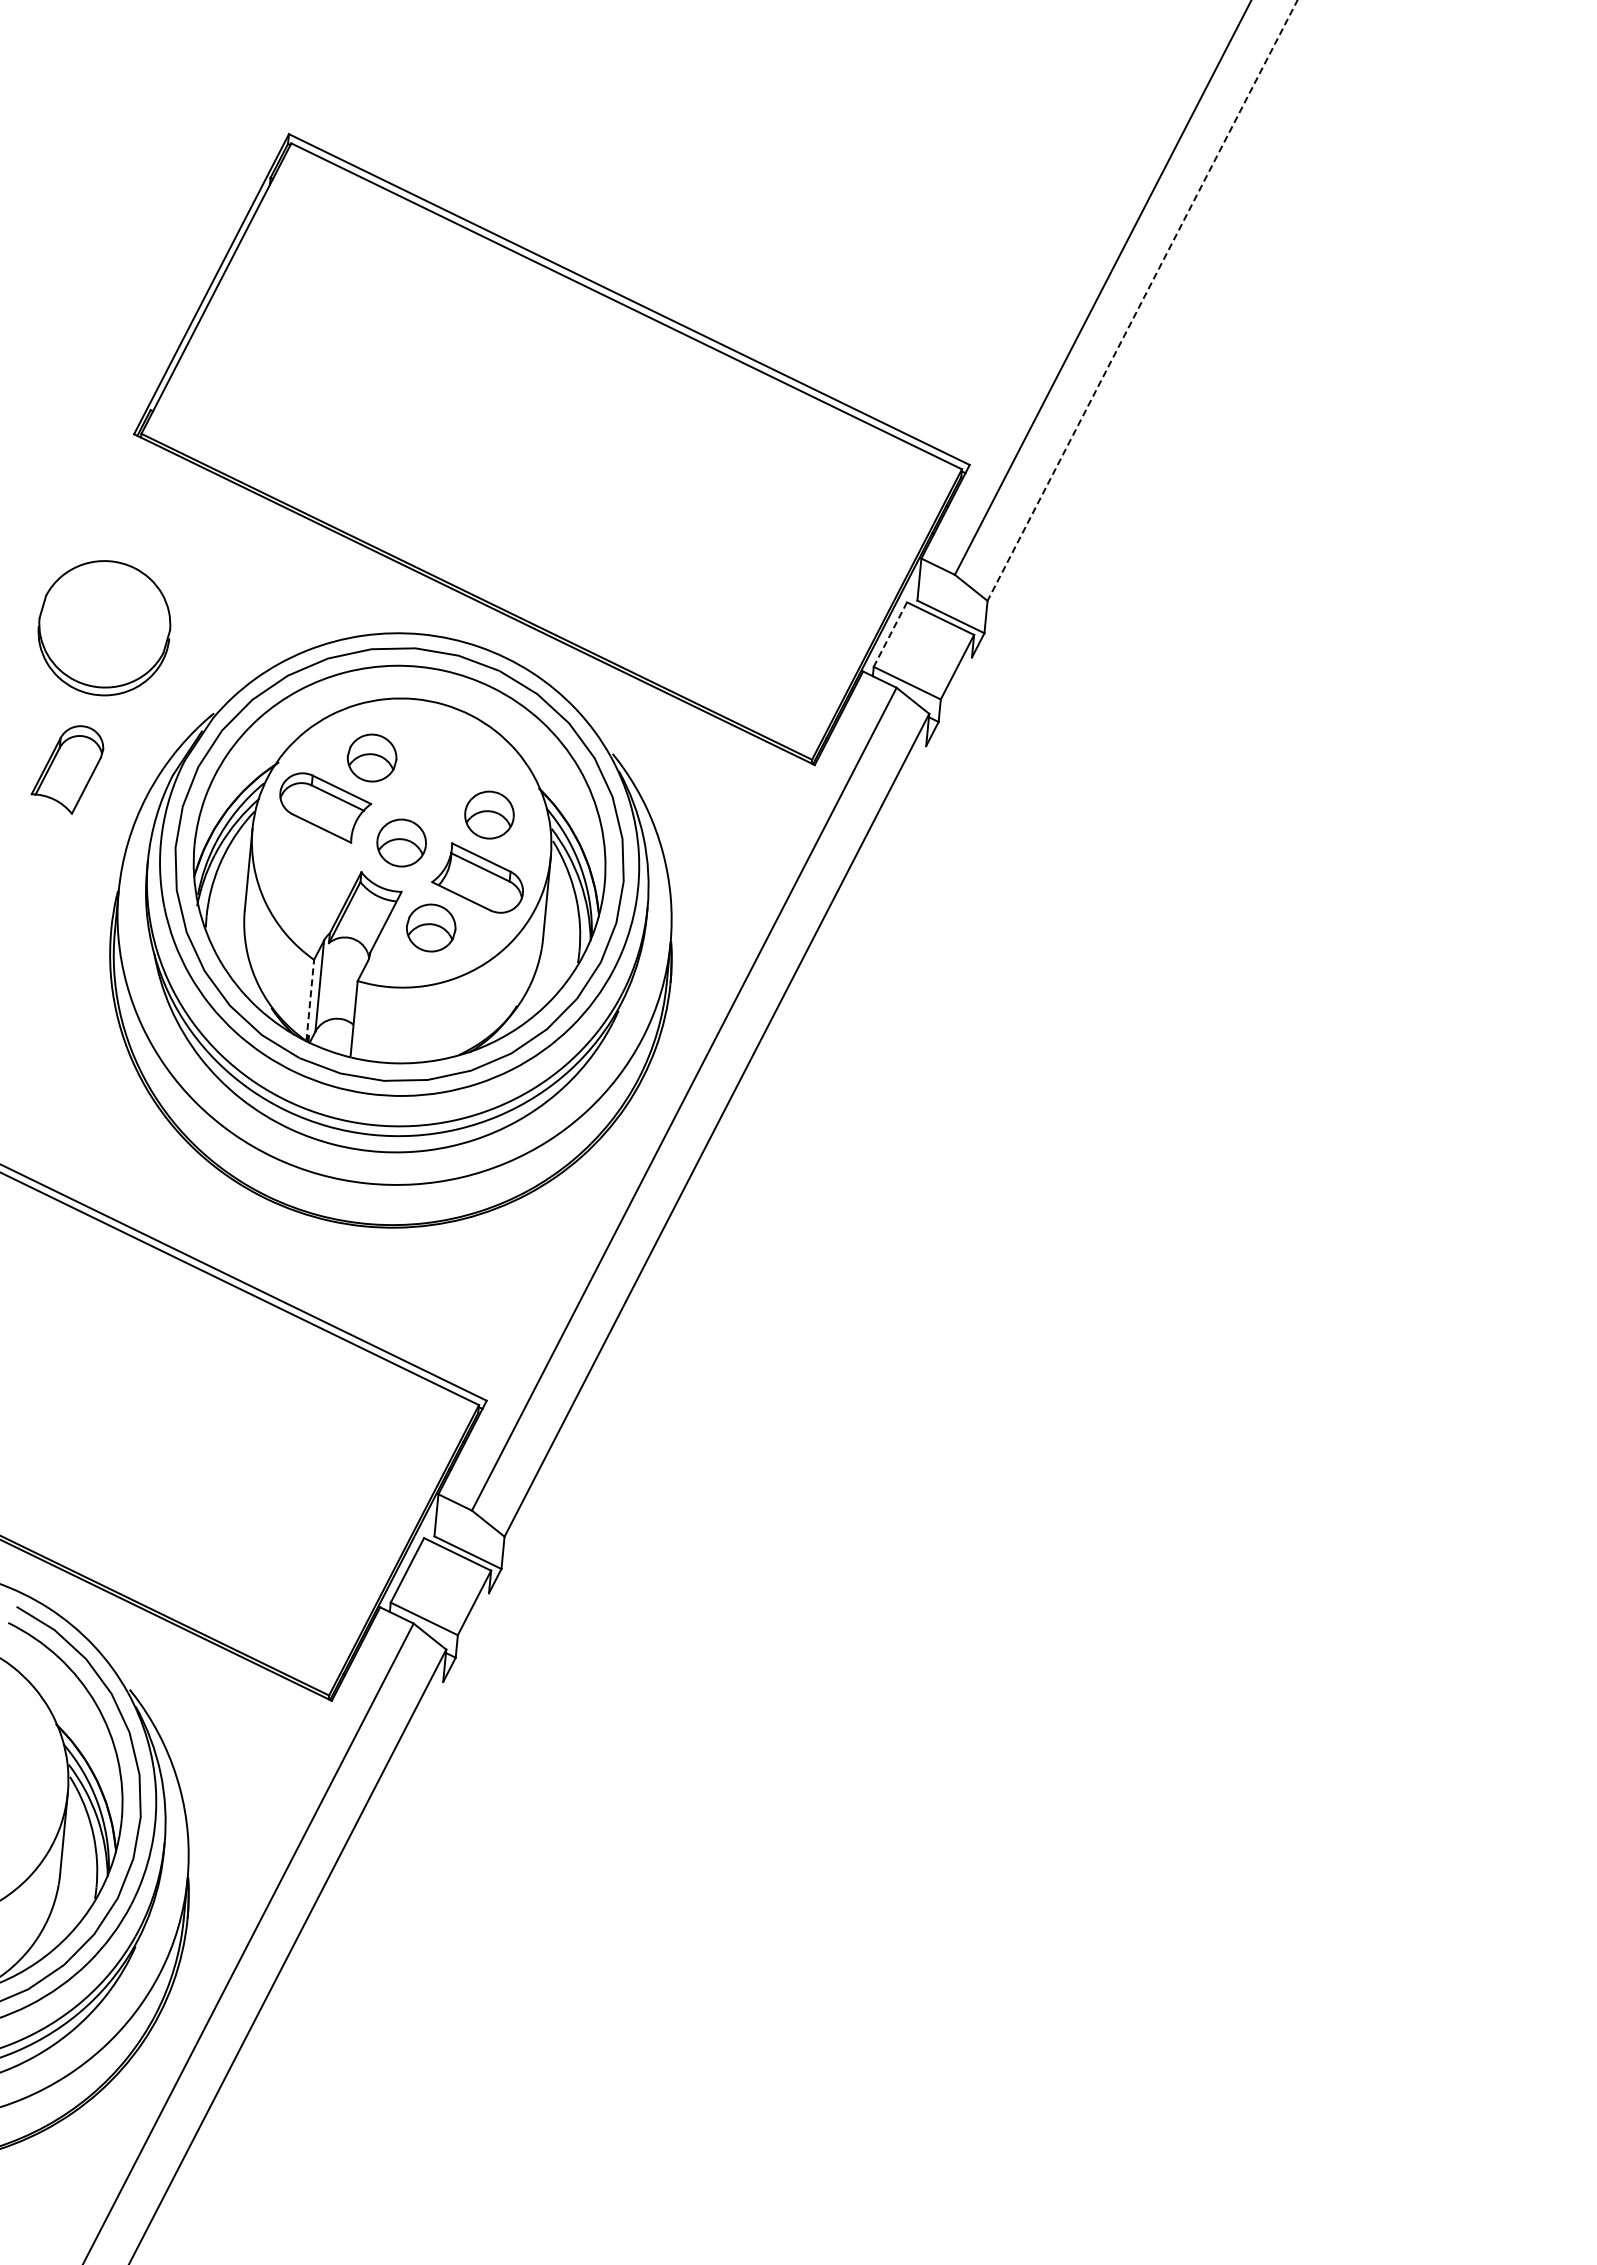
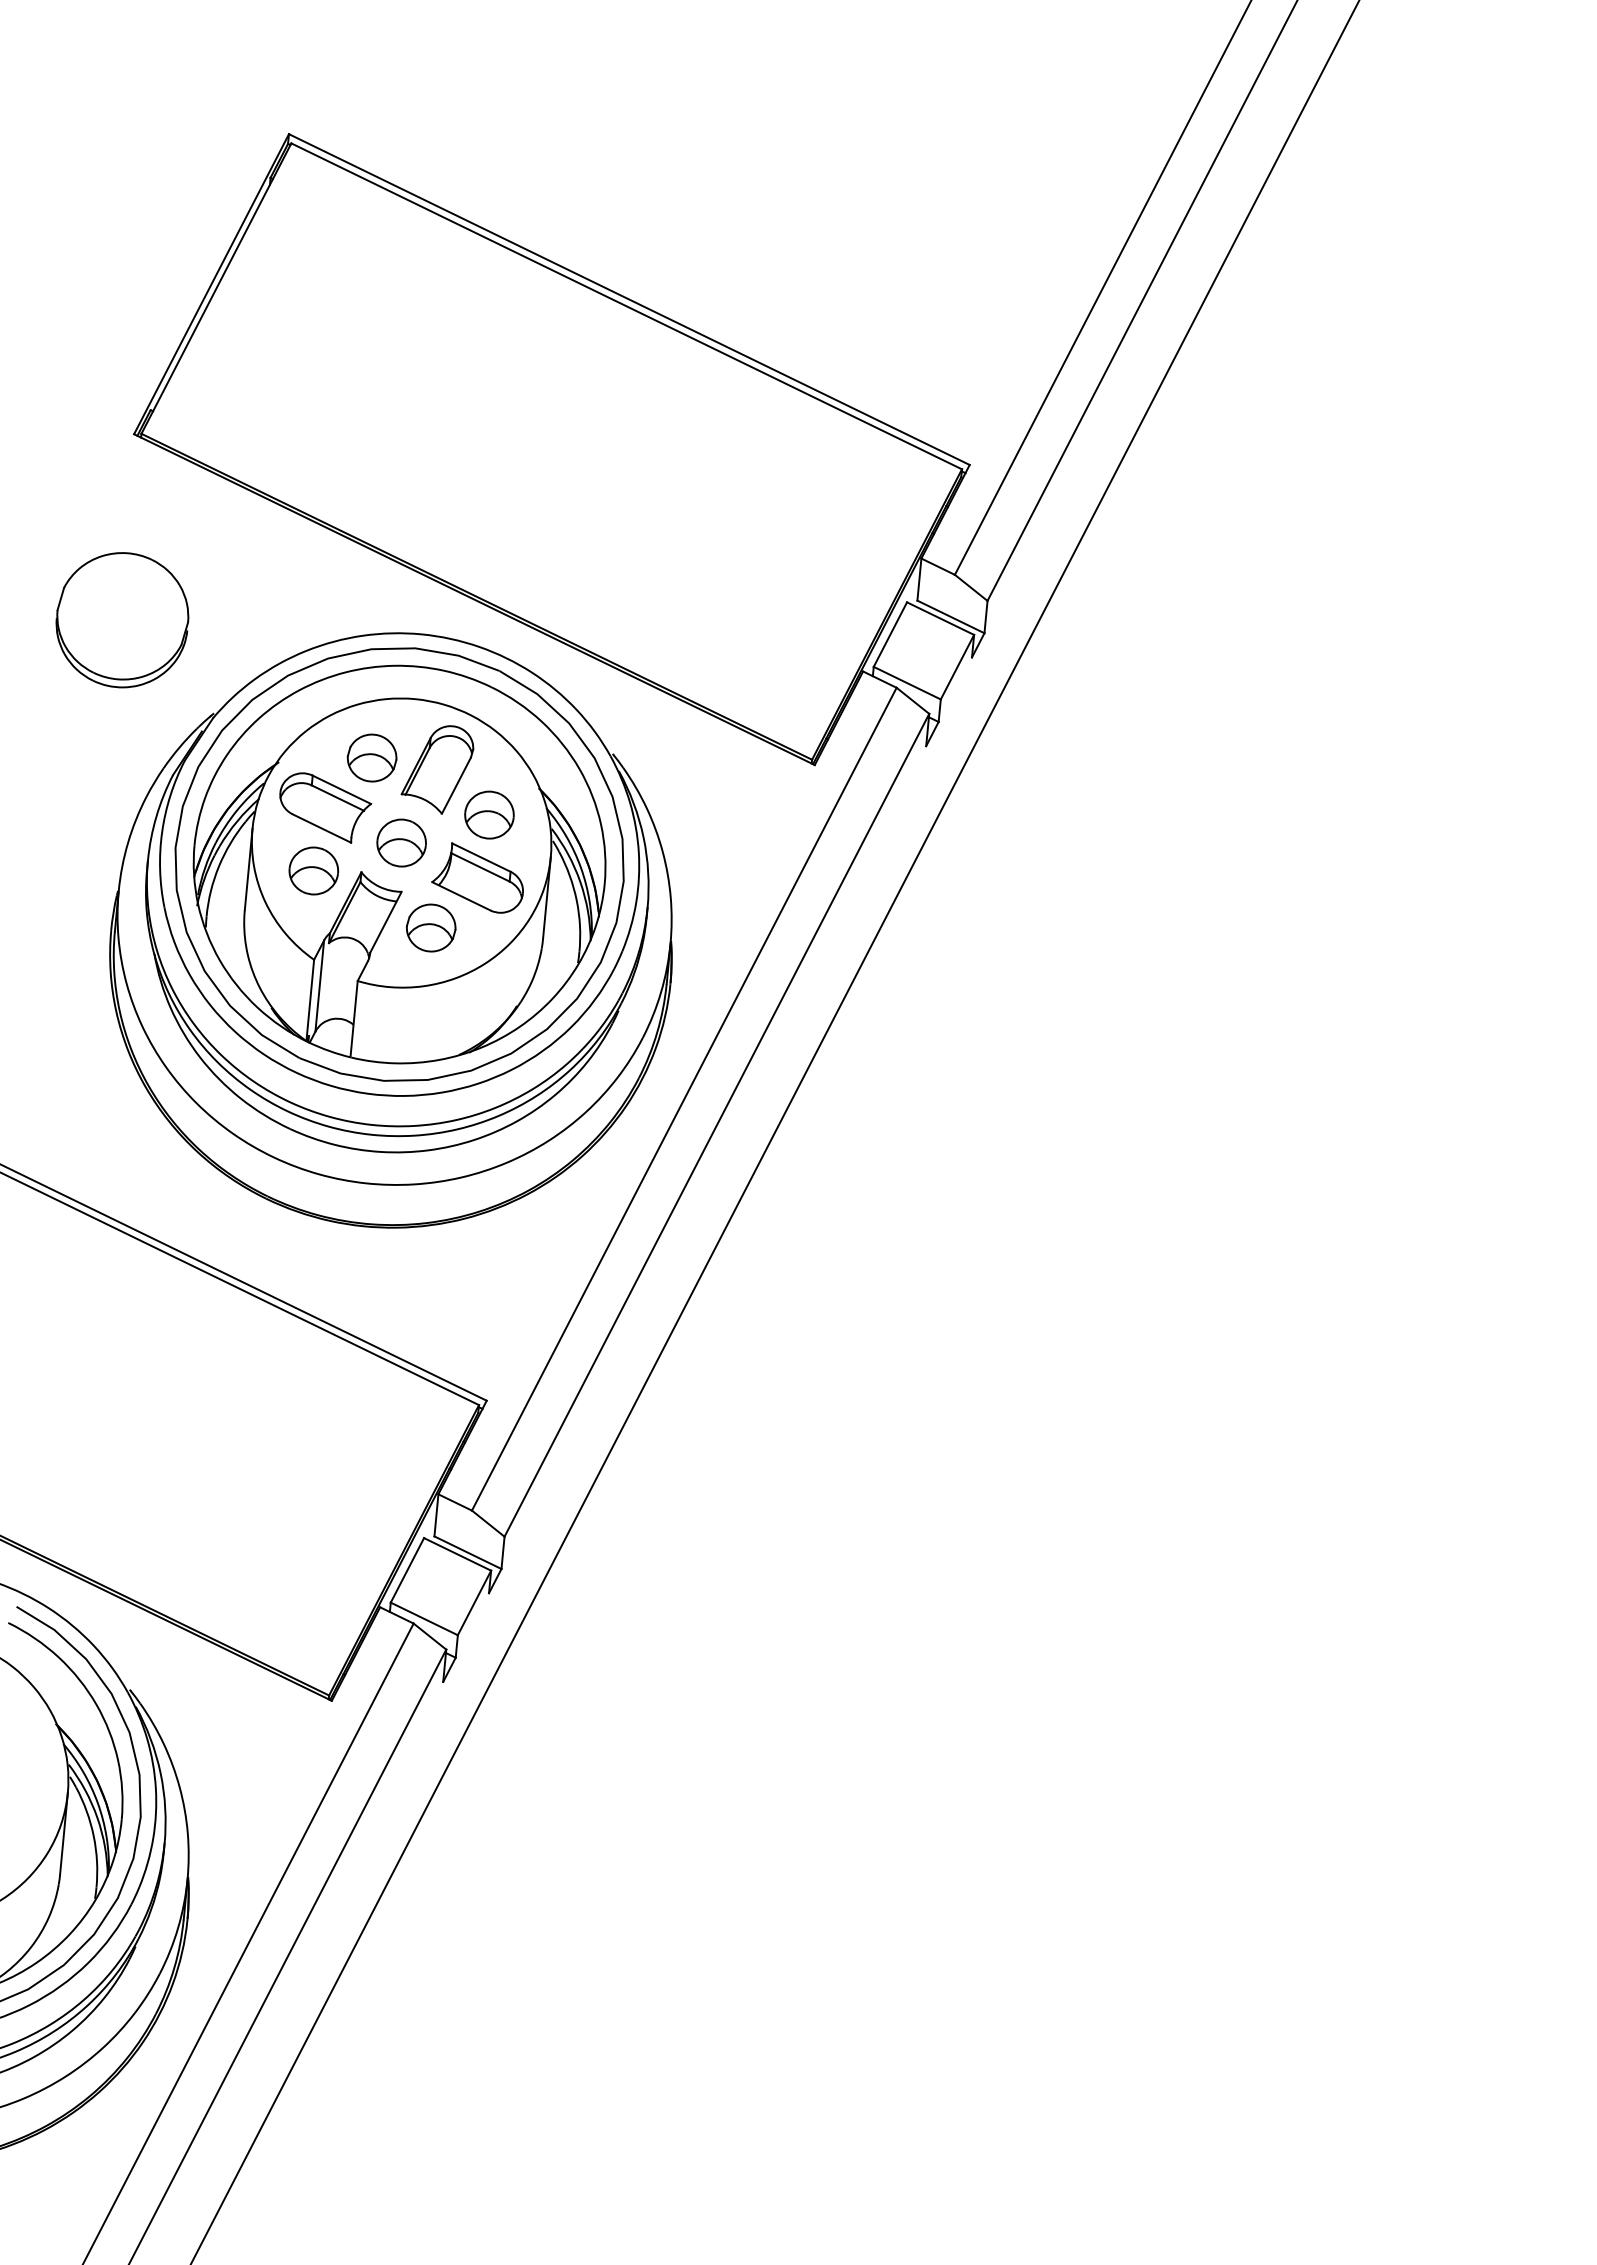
line at (1142, 300): dashed -> solid
part at (104, 628) position: (104, 628) -> (122, 620)
line at (890, 635): dashed -> solid
part at (67, 769) position: (67, 769) -> (437, 769)
part at (313, 870): none -> present
line at (310, 1000): dashed -> solid
line at (775, 1131): none -> present
